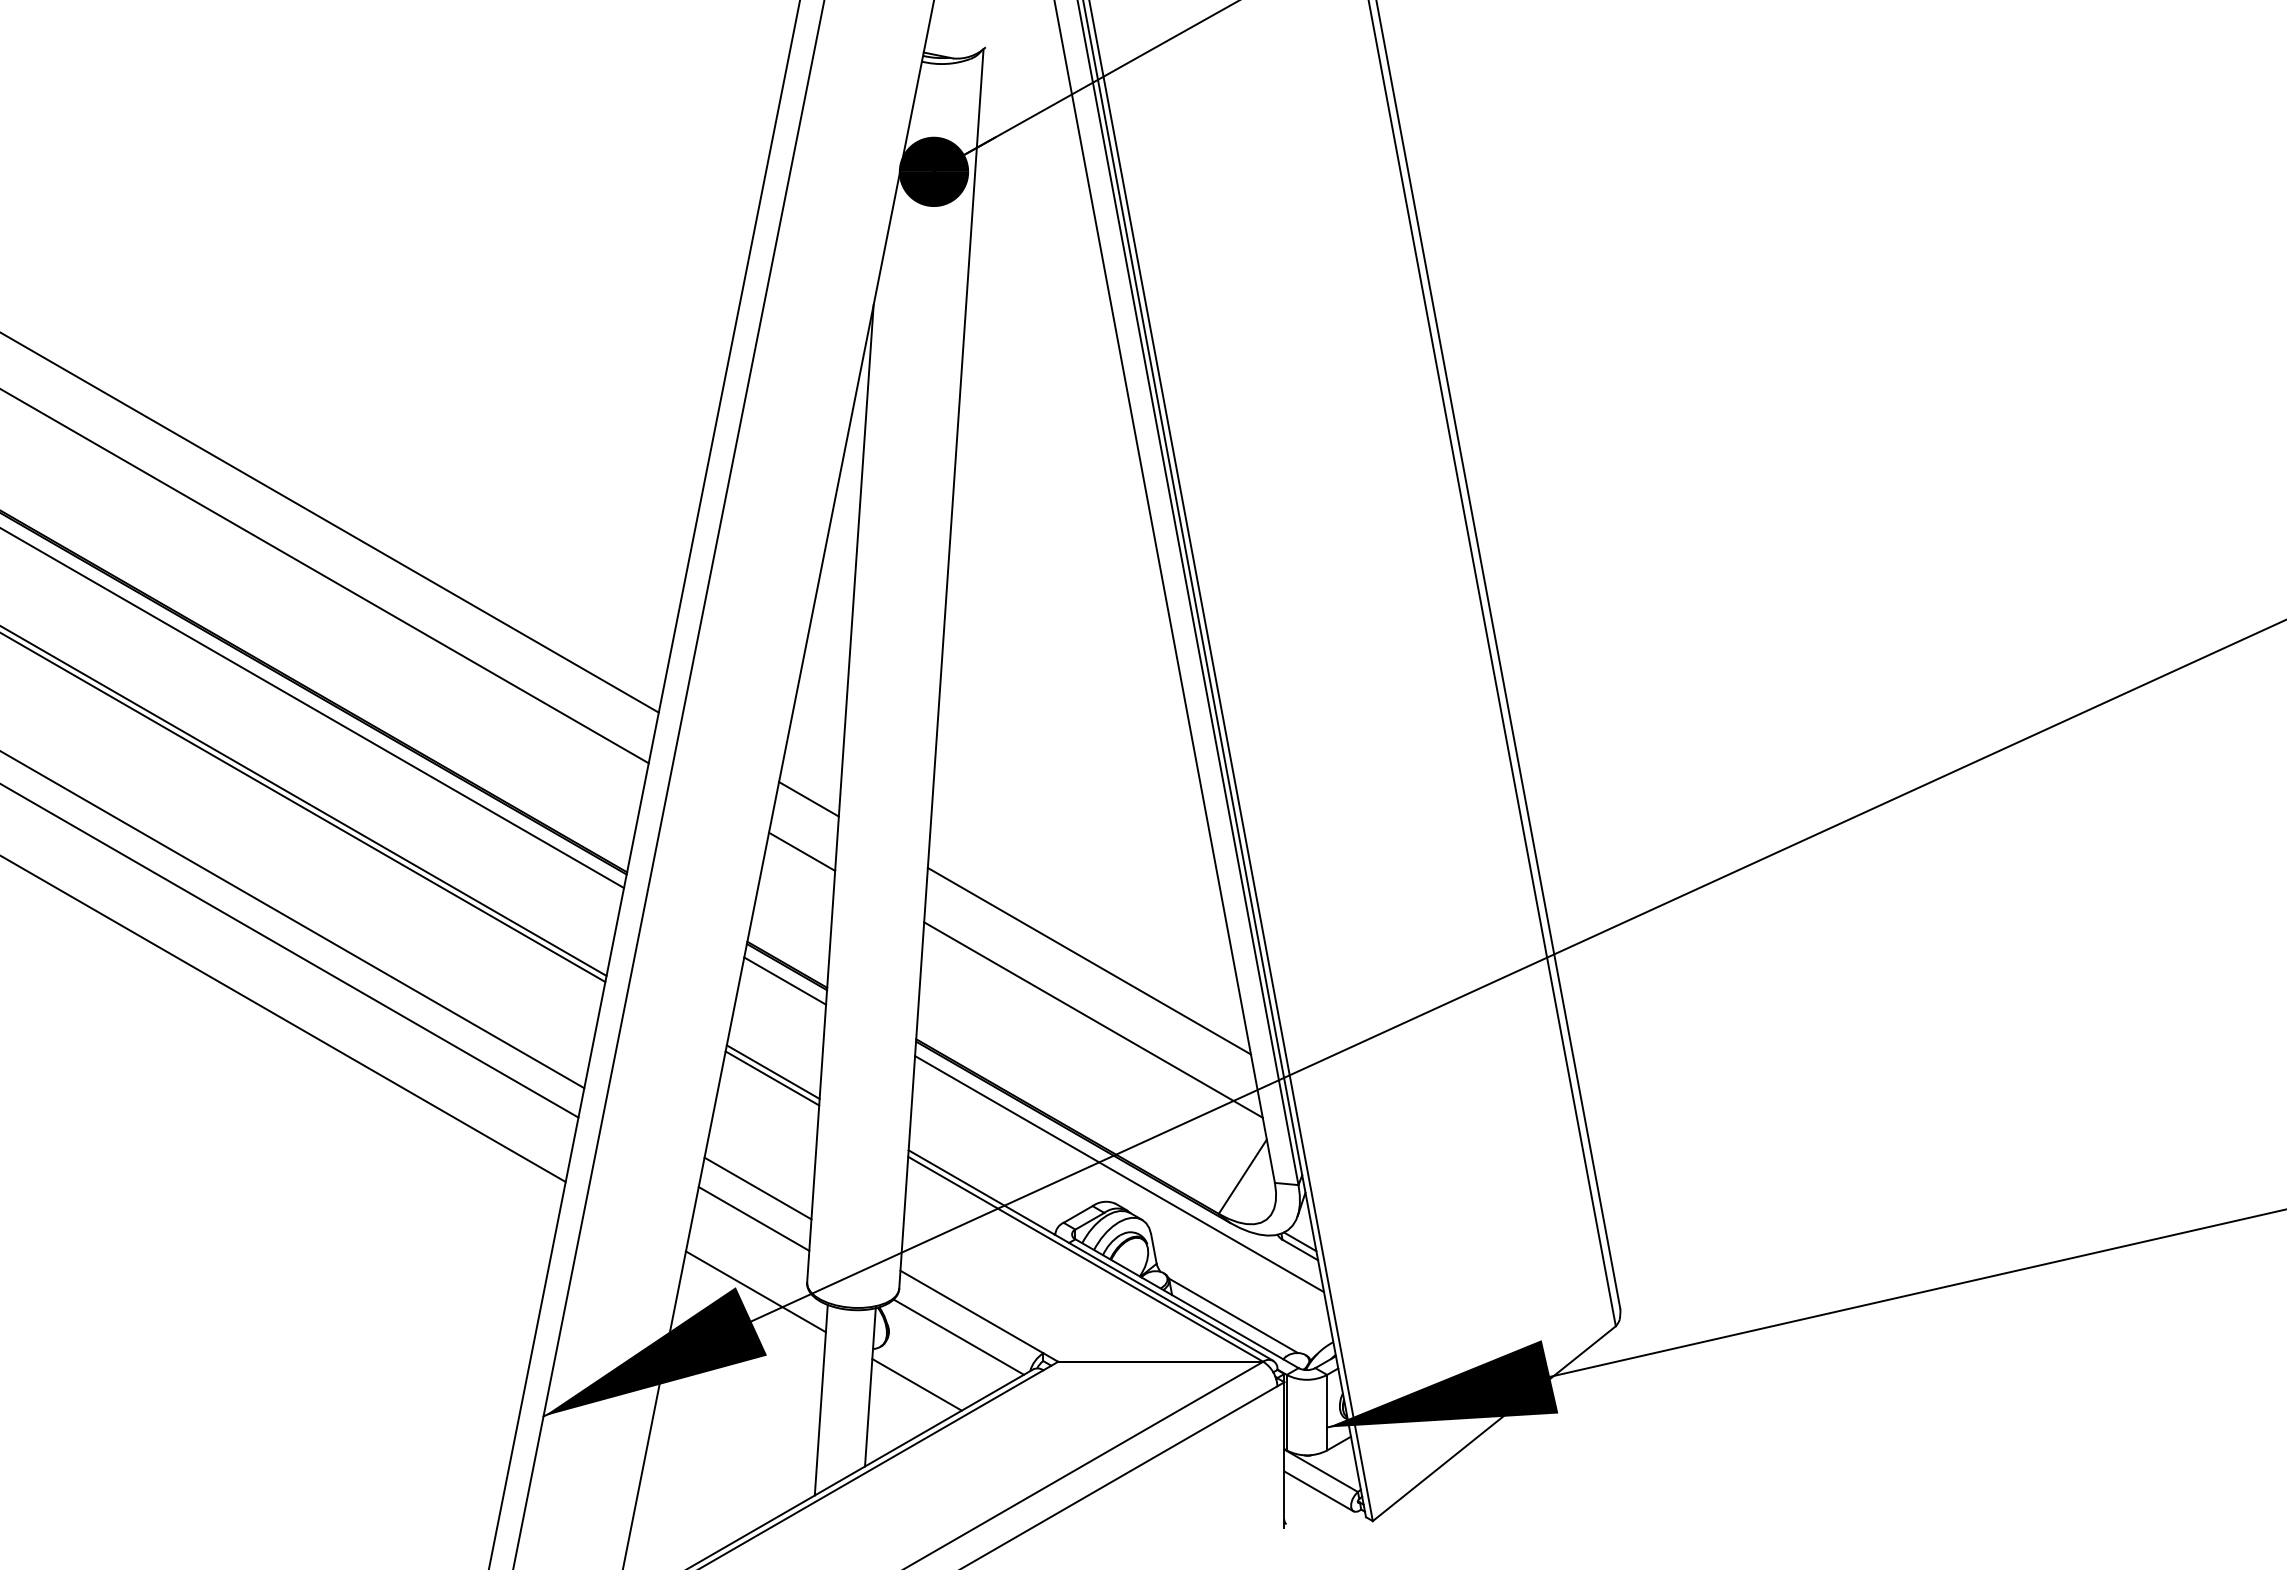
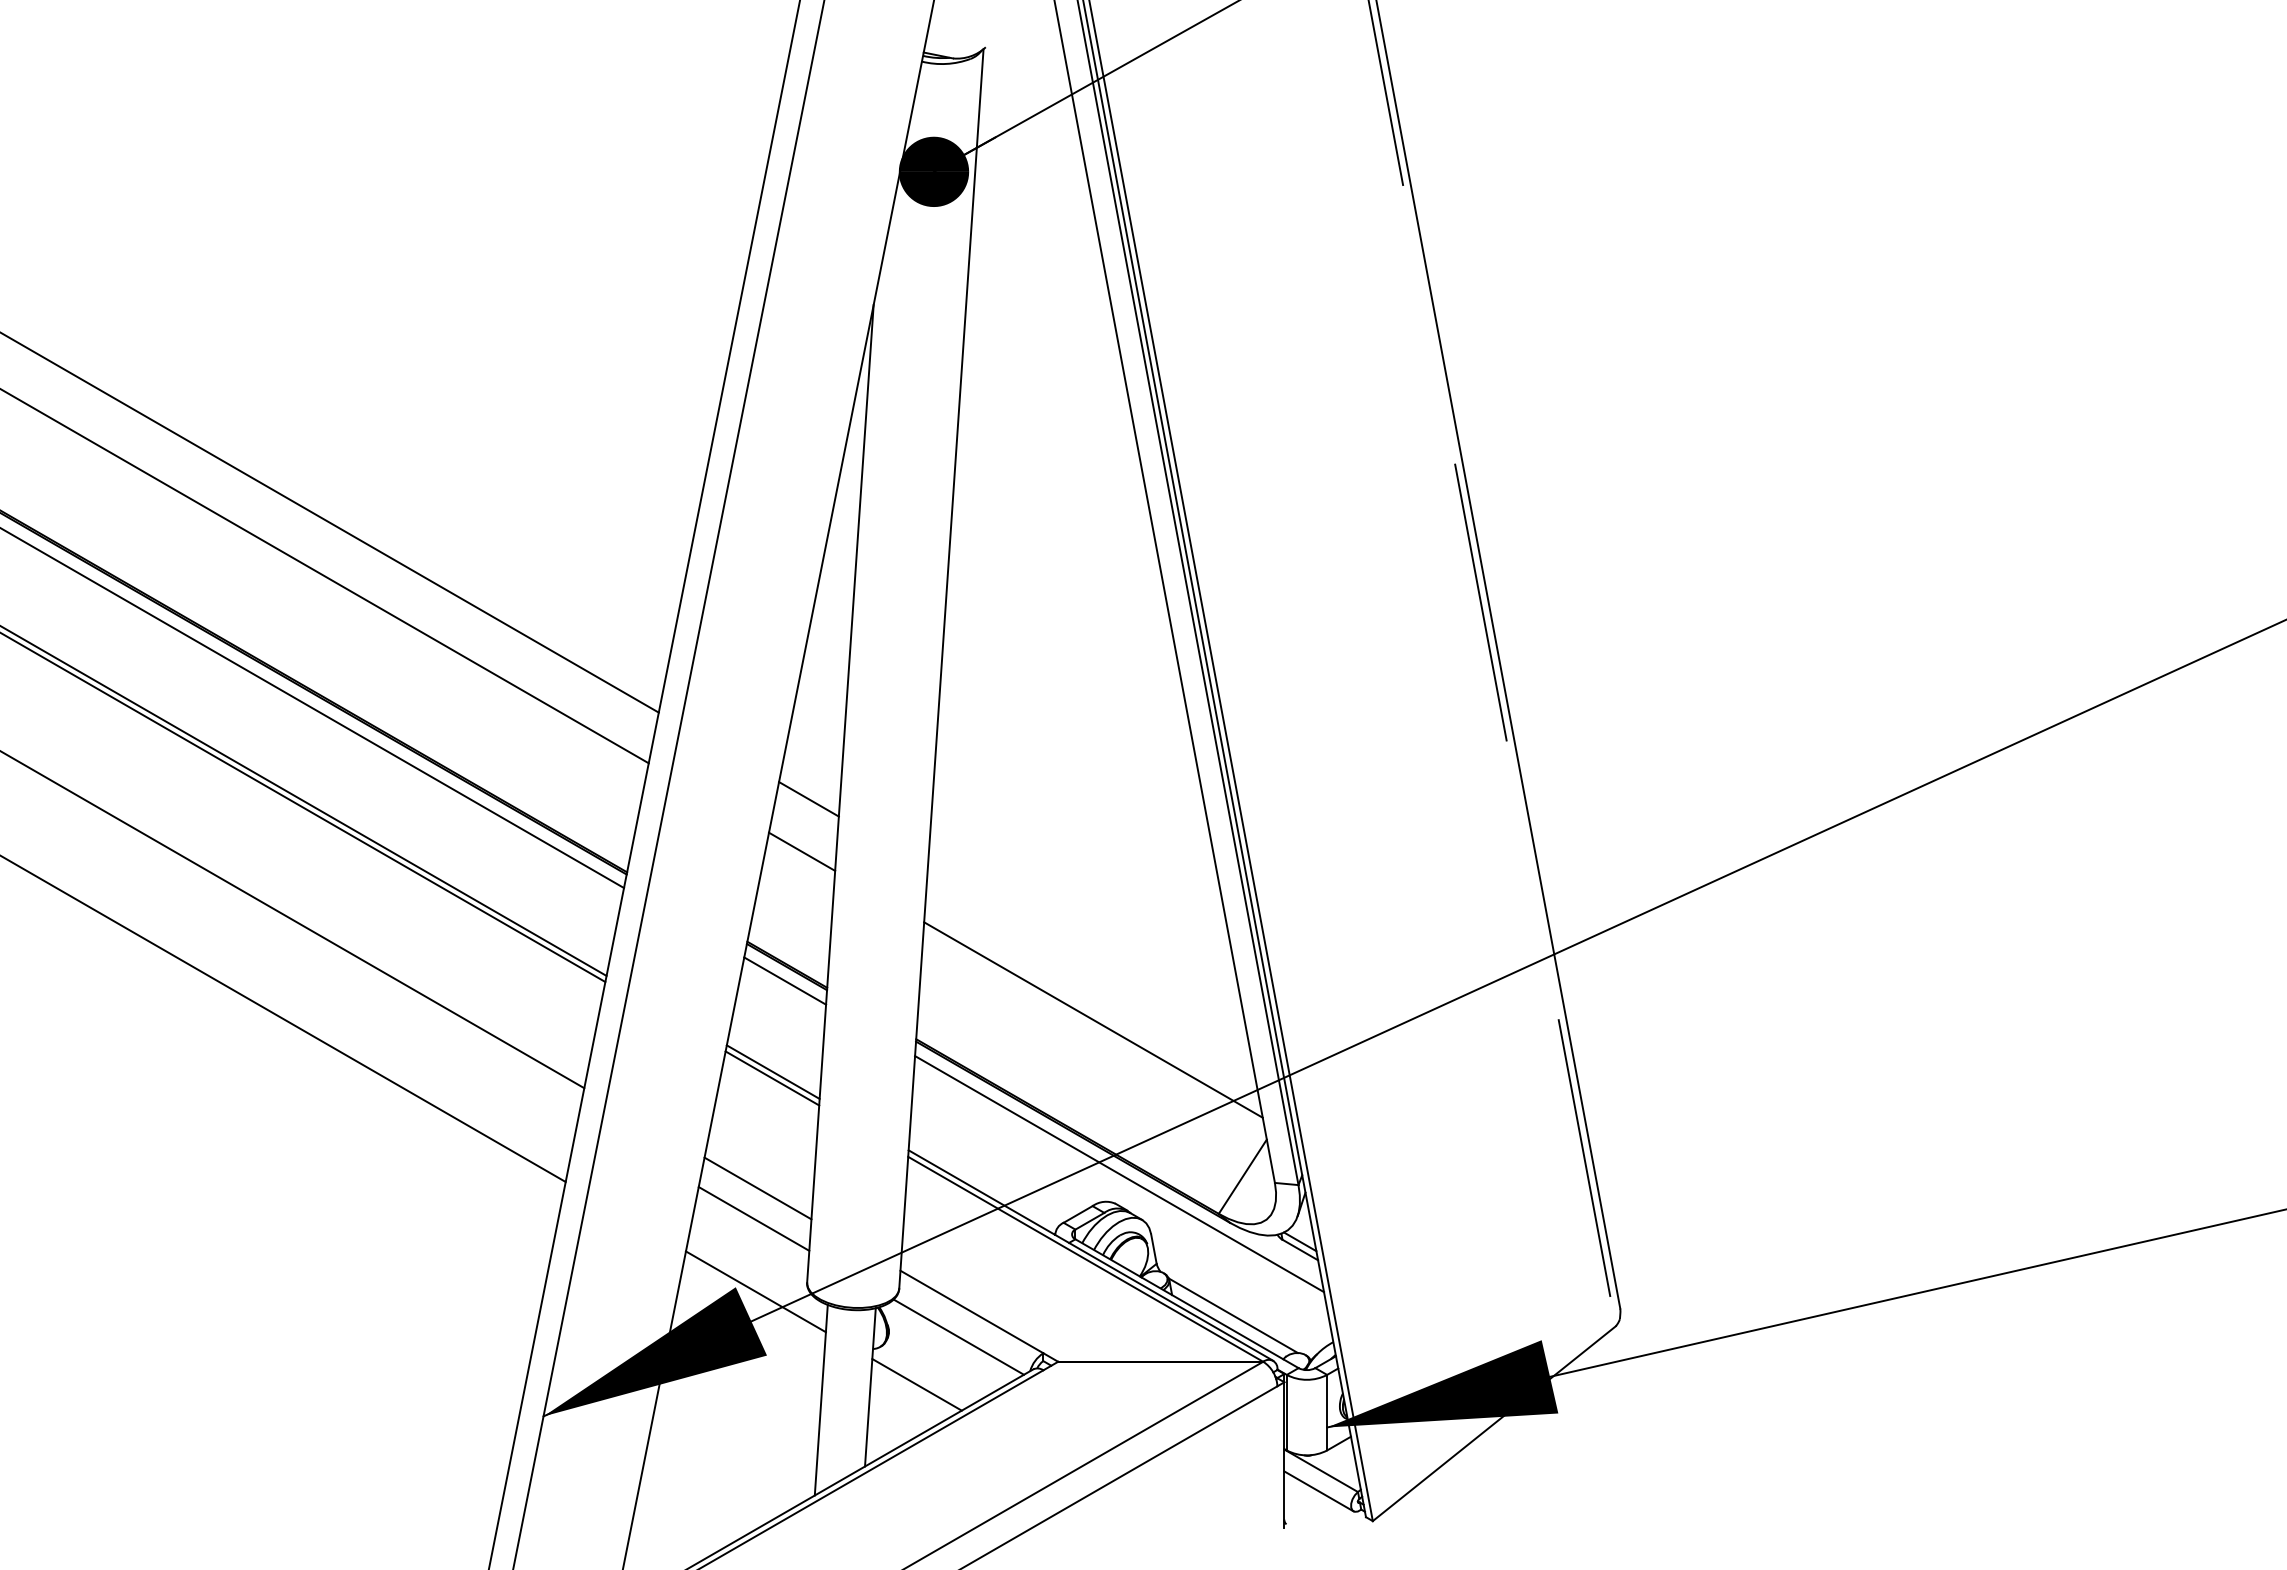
line at (1492, 663): solid -> dashed
line at (290, 951): present -> none
line at (1088, 960): present -> none
